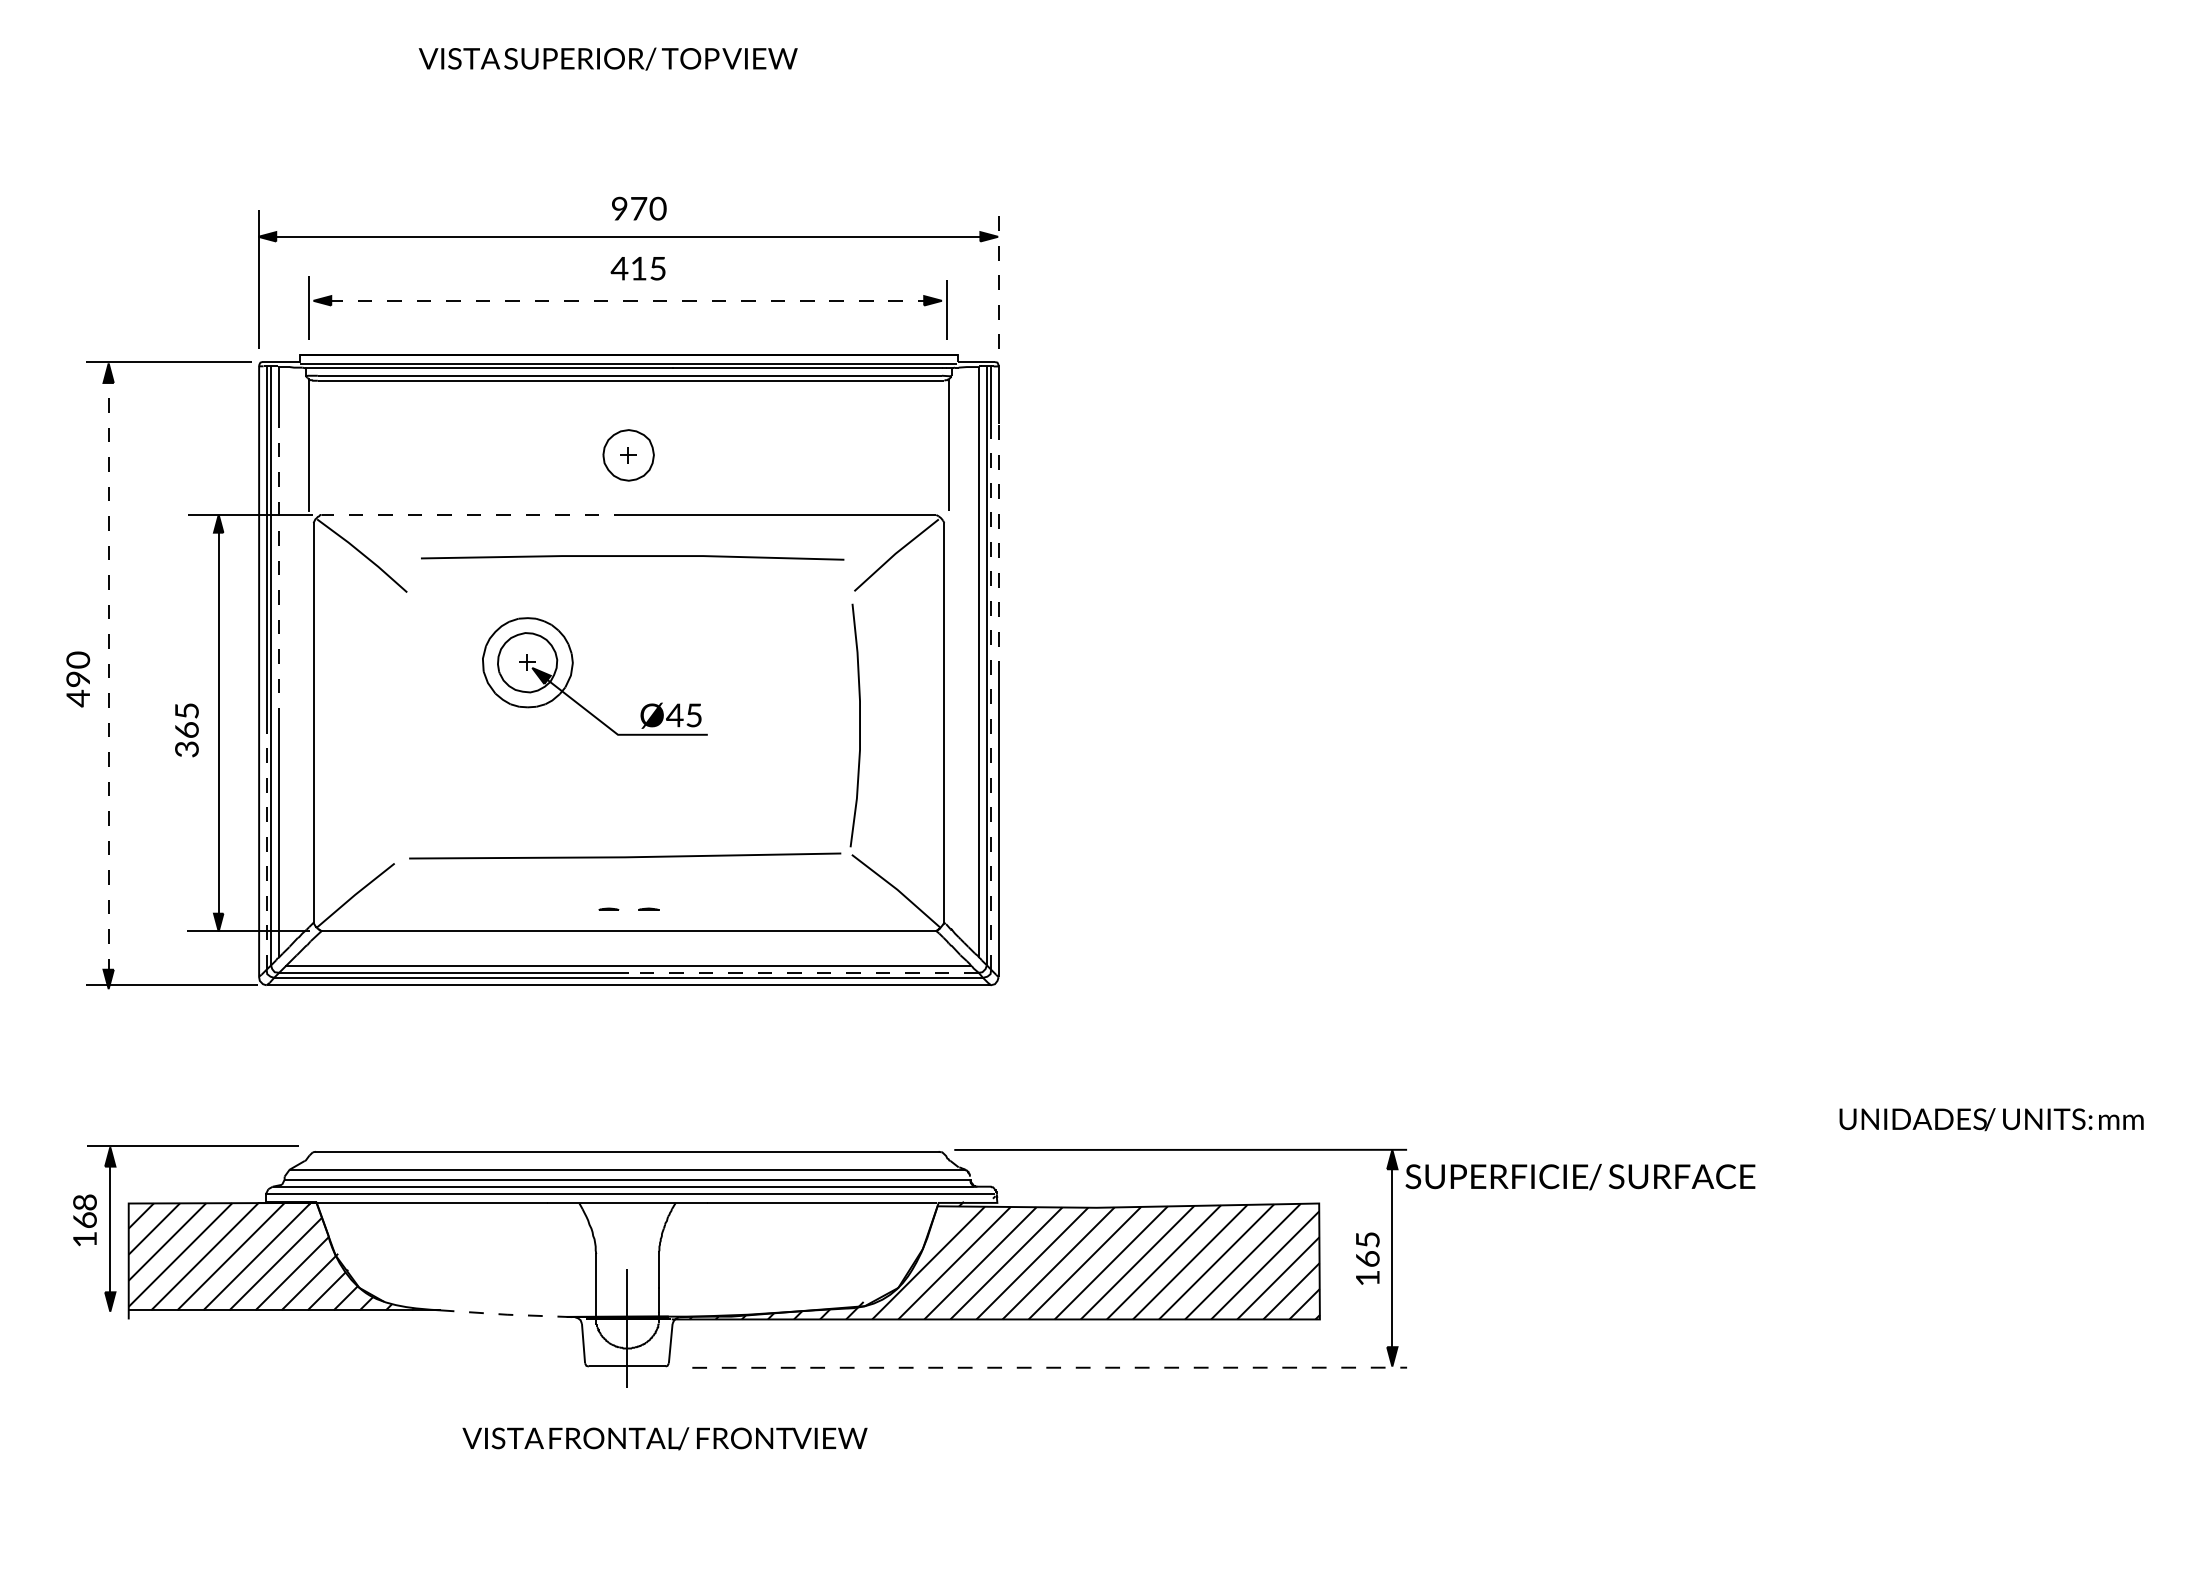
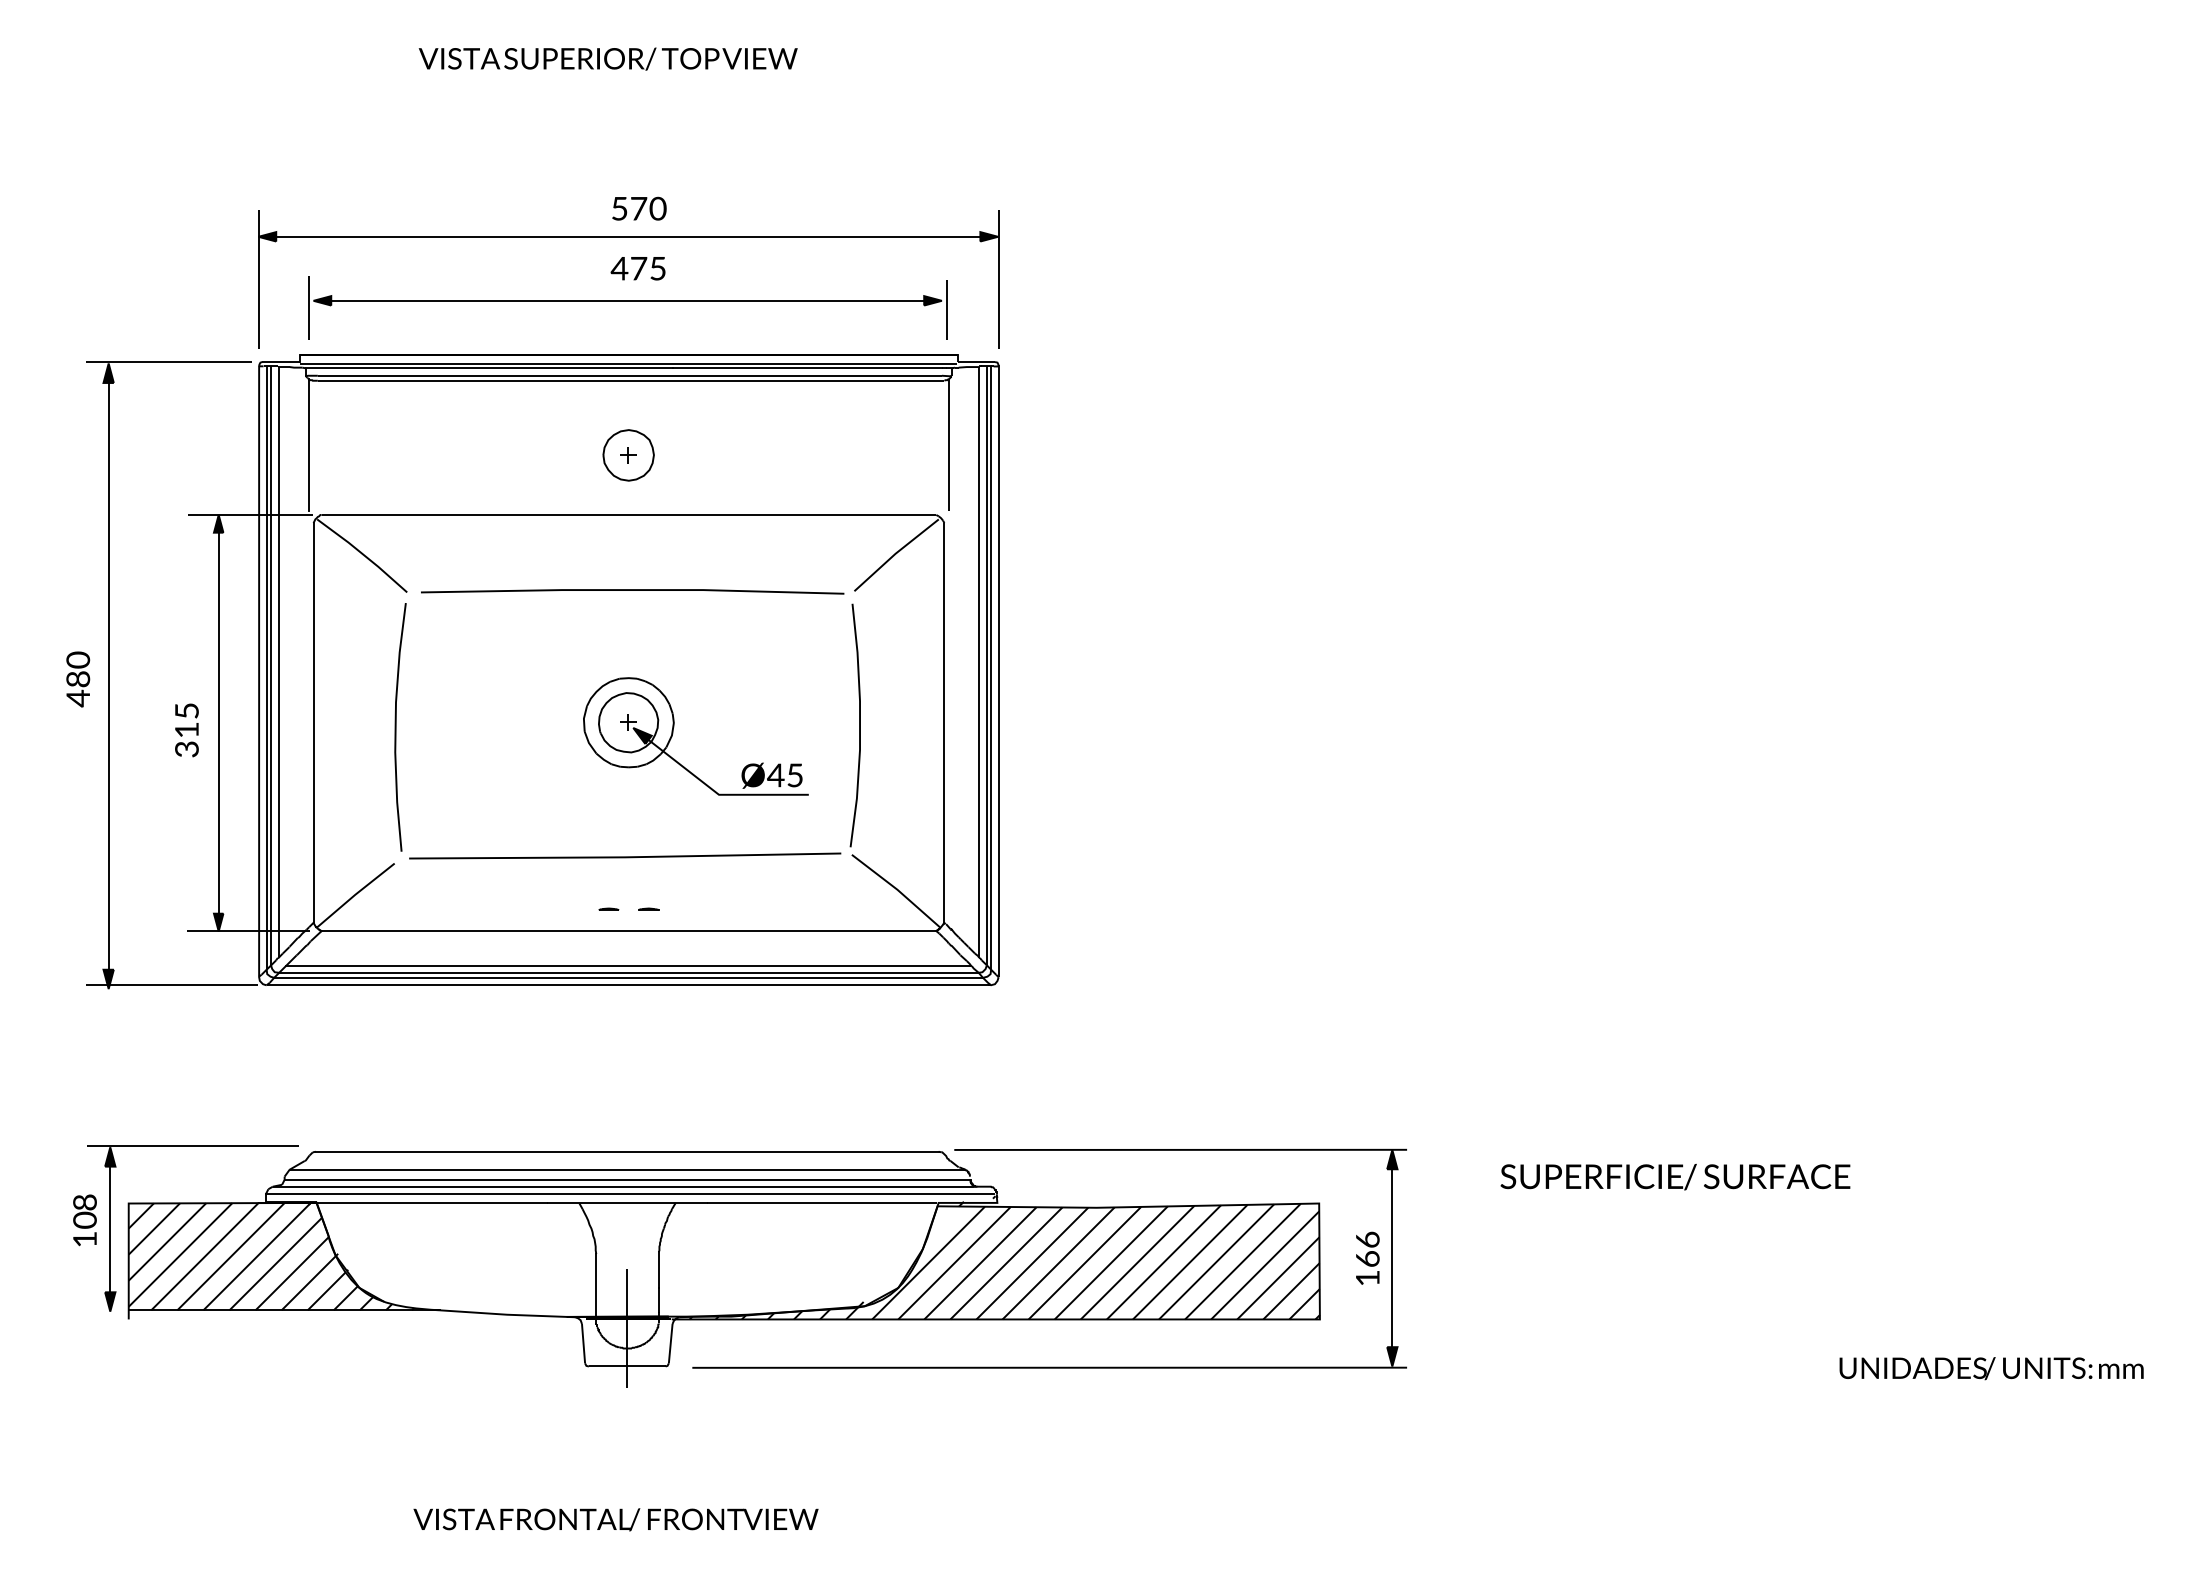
text at (619, 208): 970 -> 570
text at (639, 268): 415 -> 475
line at (998, 279): dashed -> solid
line at (627, 300): dashed -> solid
line at (475, 515): dashed -> solid
line at (998, 549): dashed -> solid
line at (632, 556) position: (632, 556) -> (632, 590)
line at (278, 573): dashed -> solid
part at (572, 673) position: (572, 673) -> (673, 733)
line at (108, 676): dashed -> solid
text at (79, 679): 490 -> 480
line at (991, 696): dashed -> solid
curve at (396, 727): none -> present
text at (186, 729): 365 -> 315
line at (266, 845): dashed -> solid
line at (803, 972): dashed -> solid
text at (1991, 1119) position: (1991, 1119) -> (1991, 1368)
text at (1580, 1176) position: (1580, 1176) -> (1675, 1176)
text at (84, 1219): 16 -> 10
text at (1367, 1239): 165 -> 166
line at (507, 1314): dashed -> solid
line at (1050, 1367): dashed -> solid
text at (664, 1438) position: (664, 1438) -> (615, 1519)
